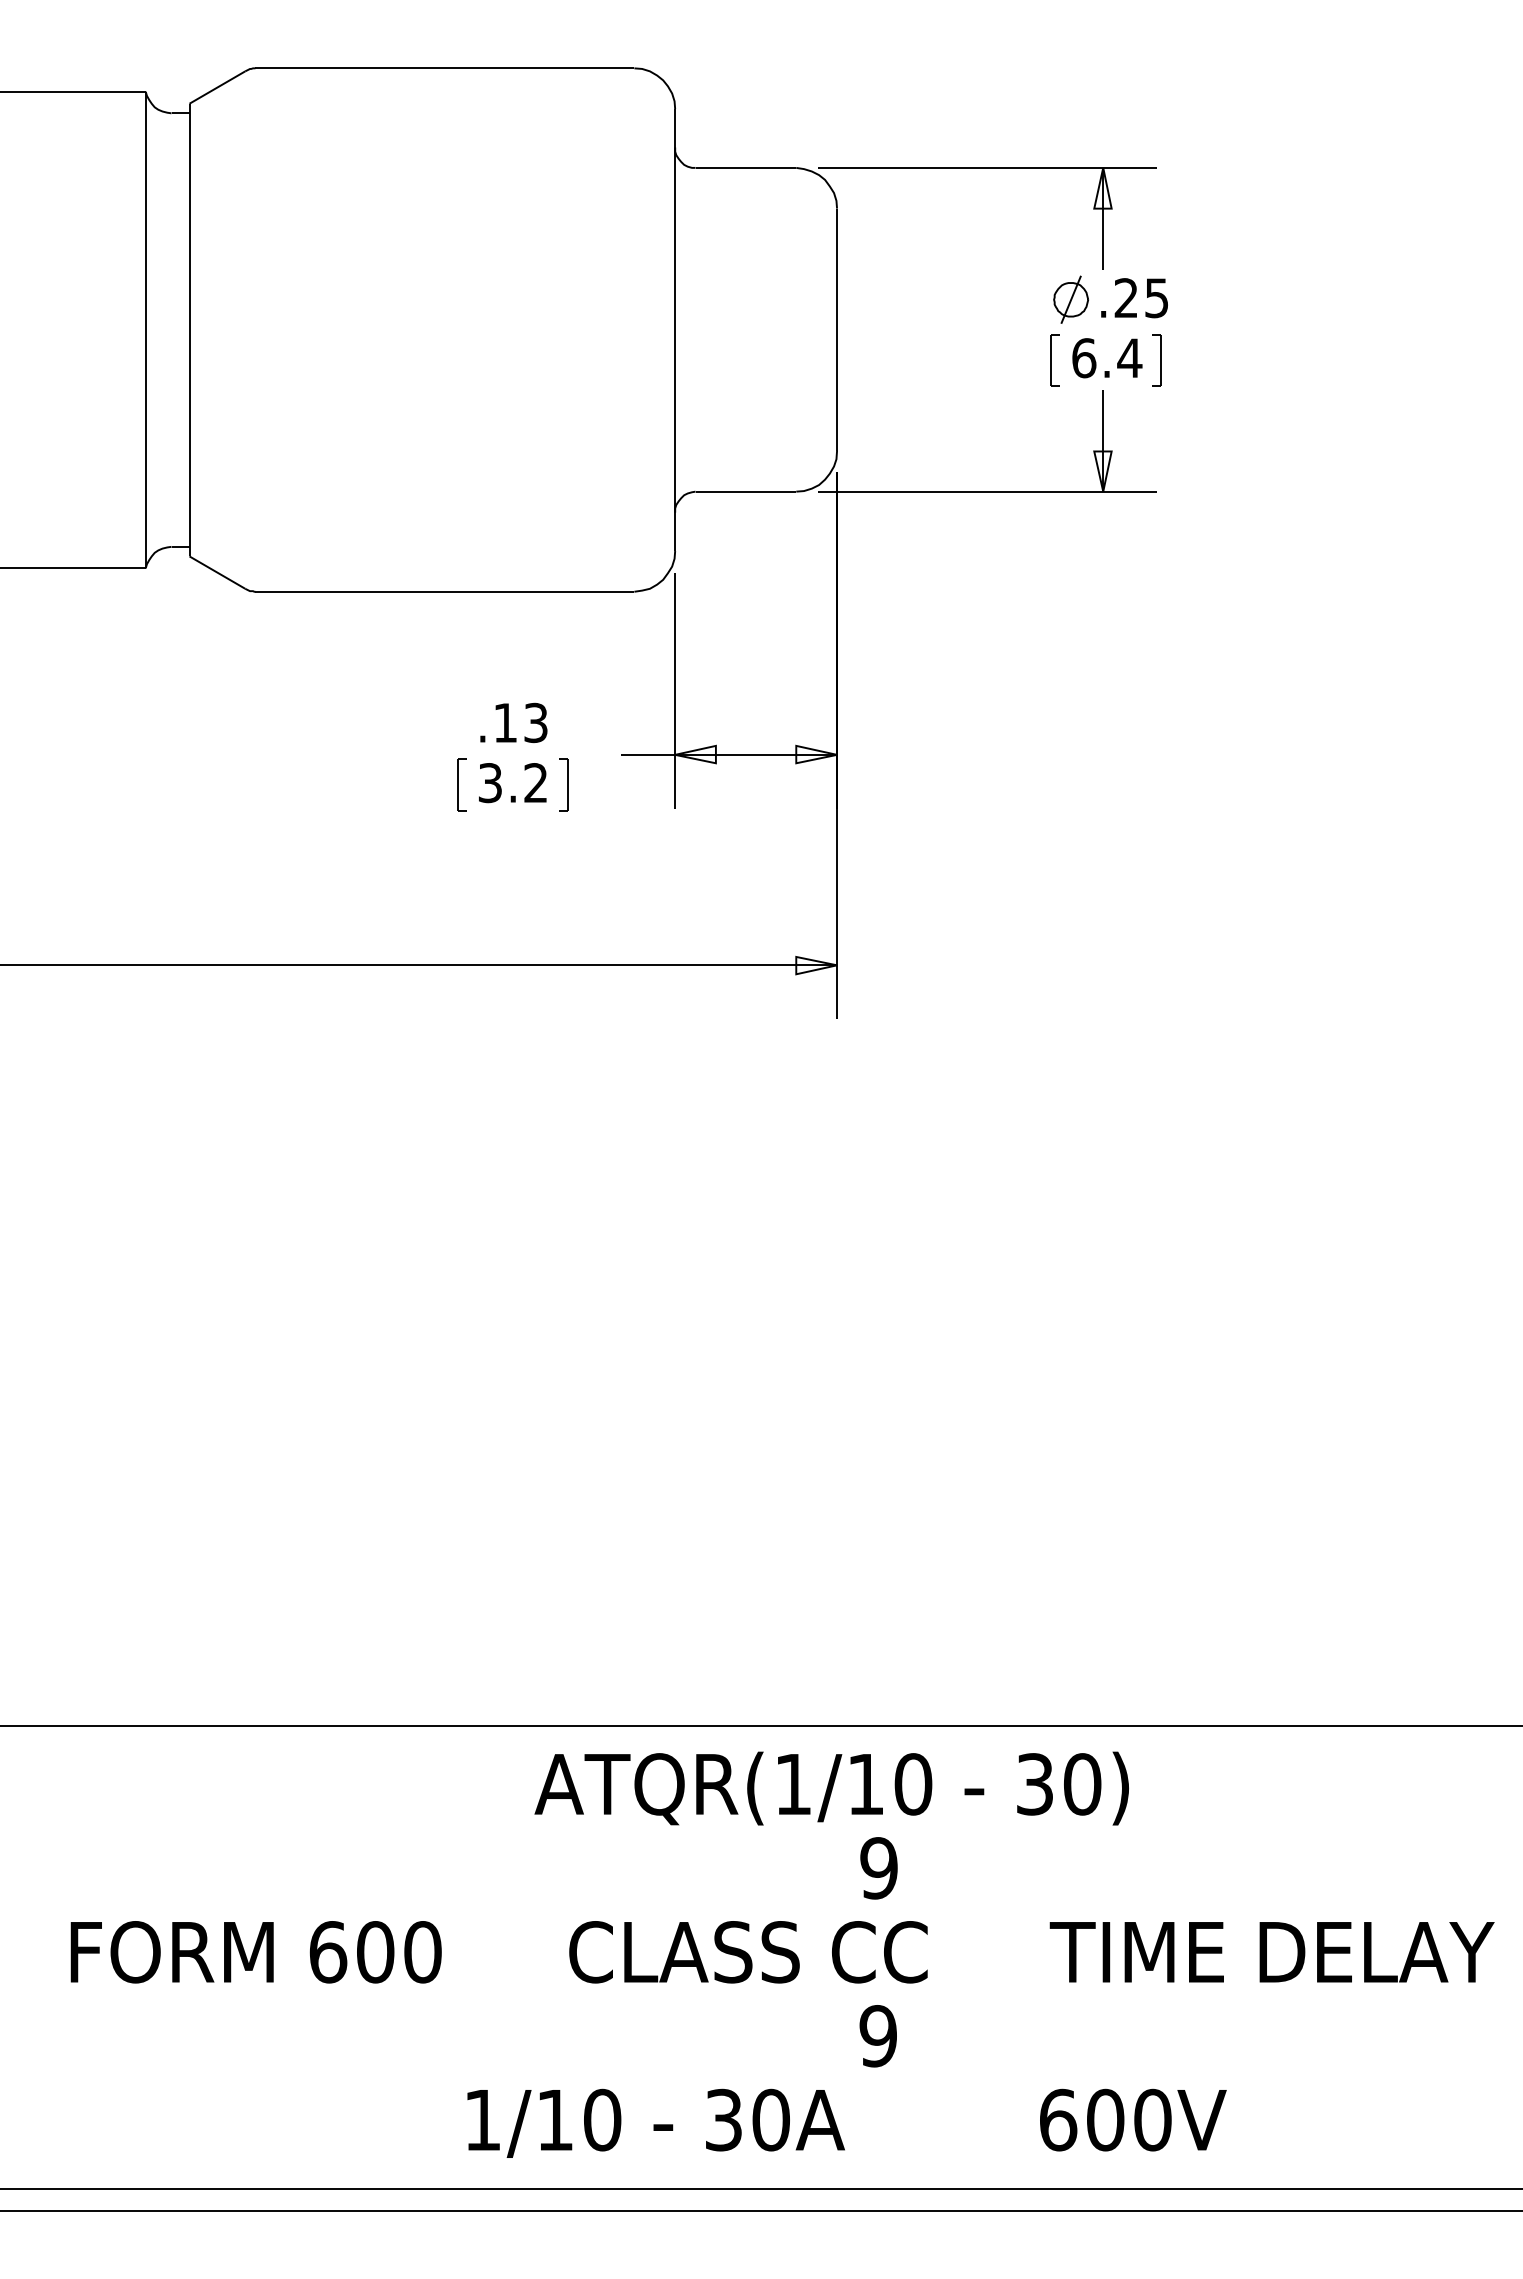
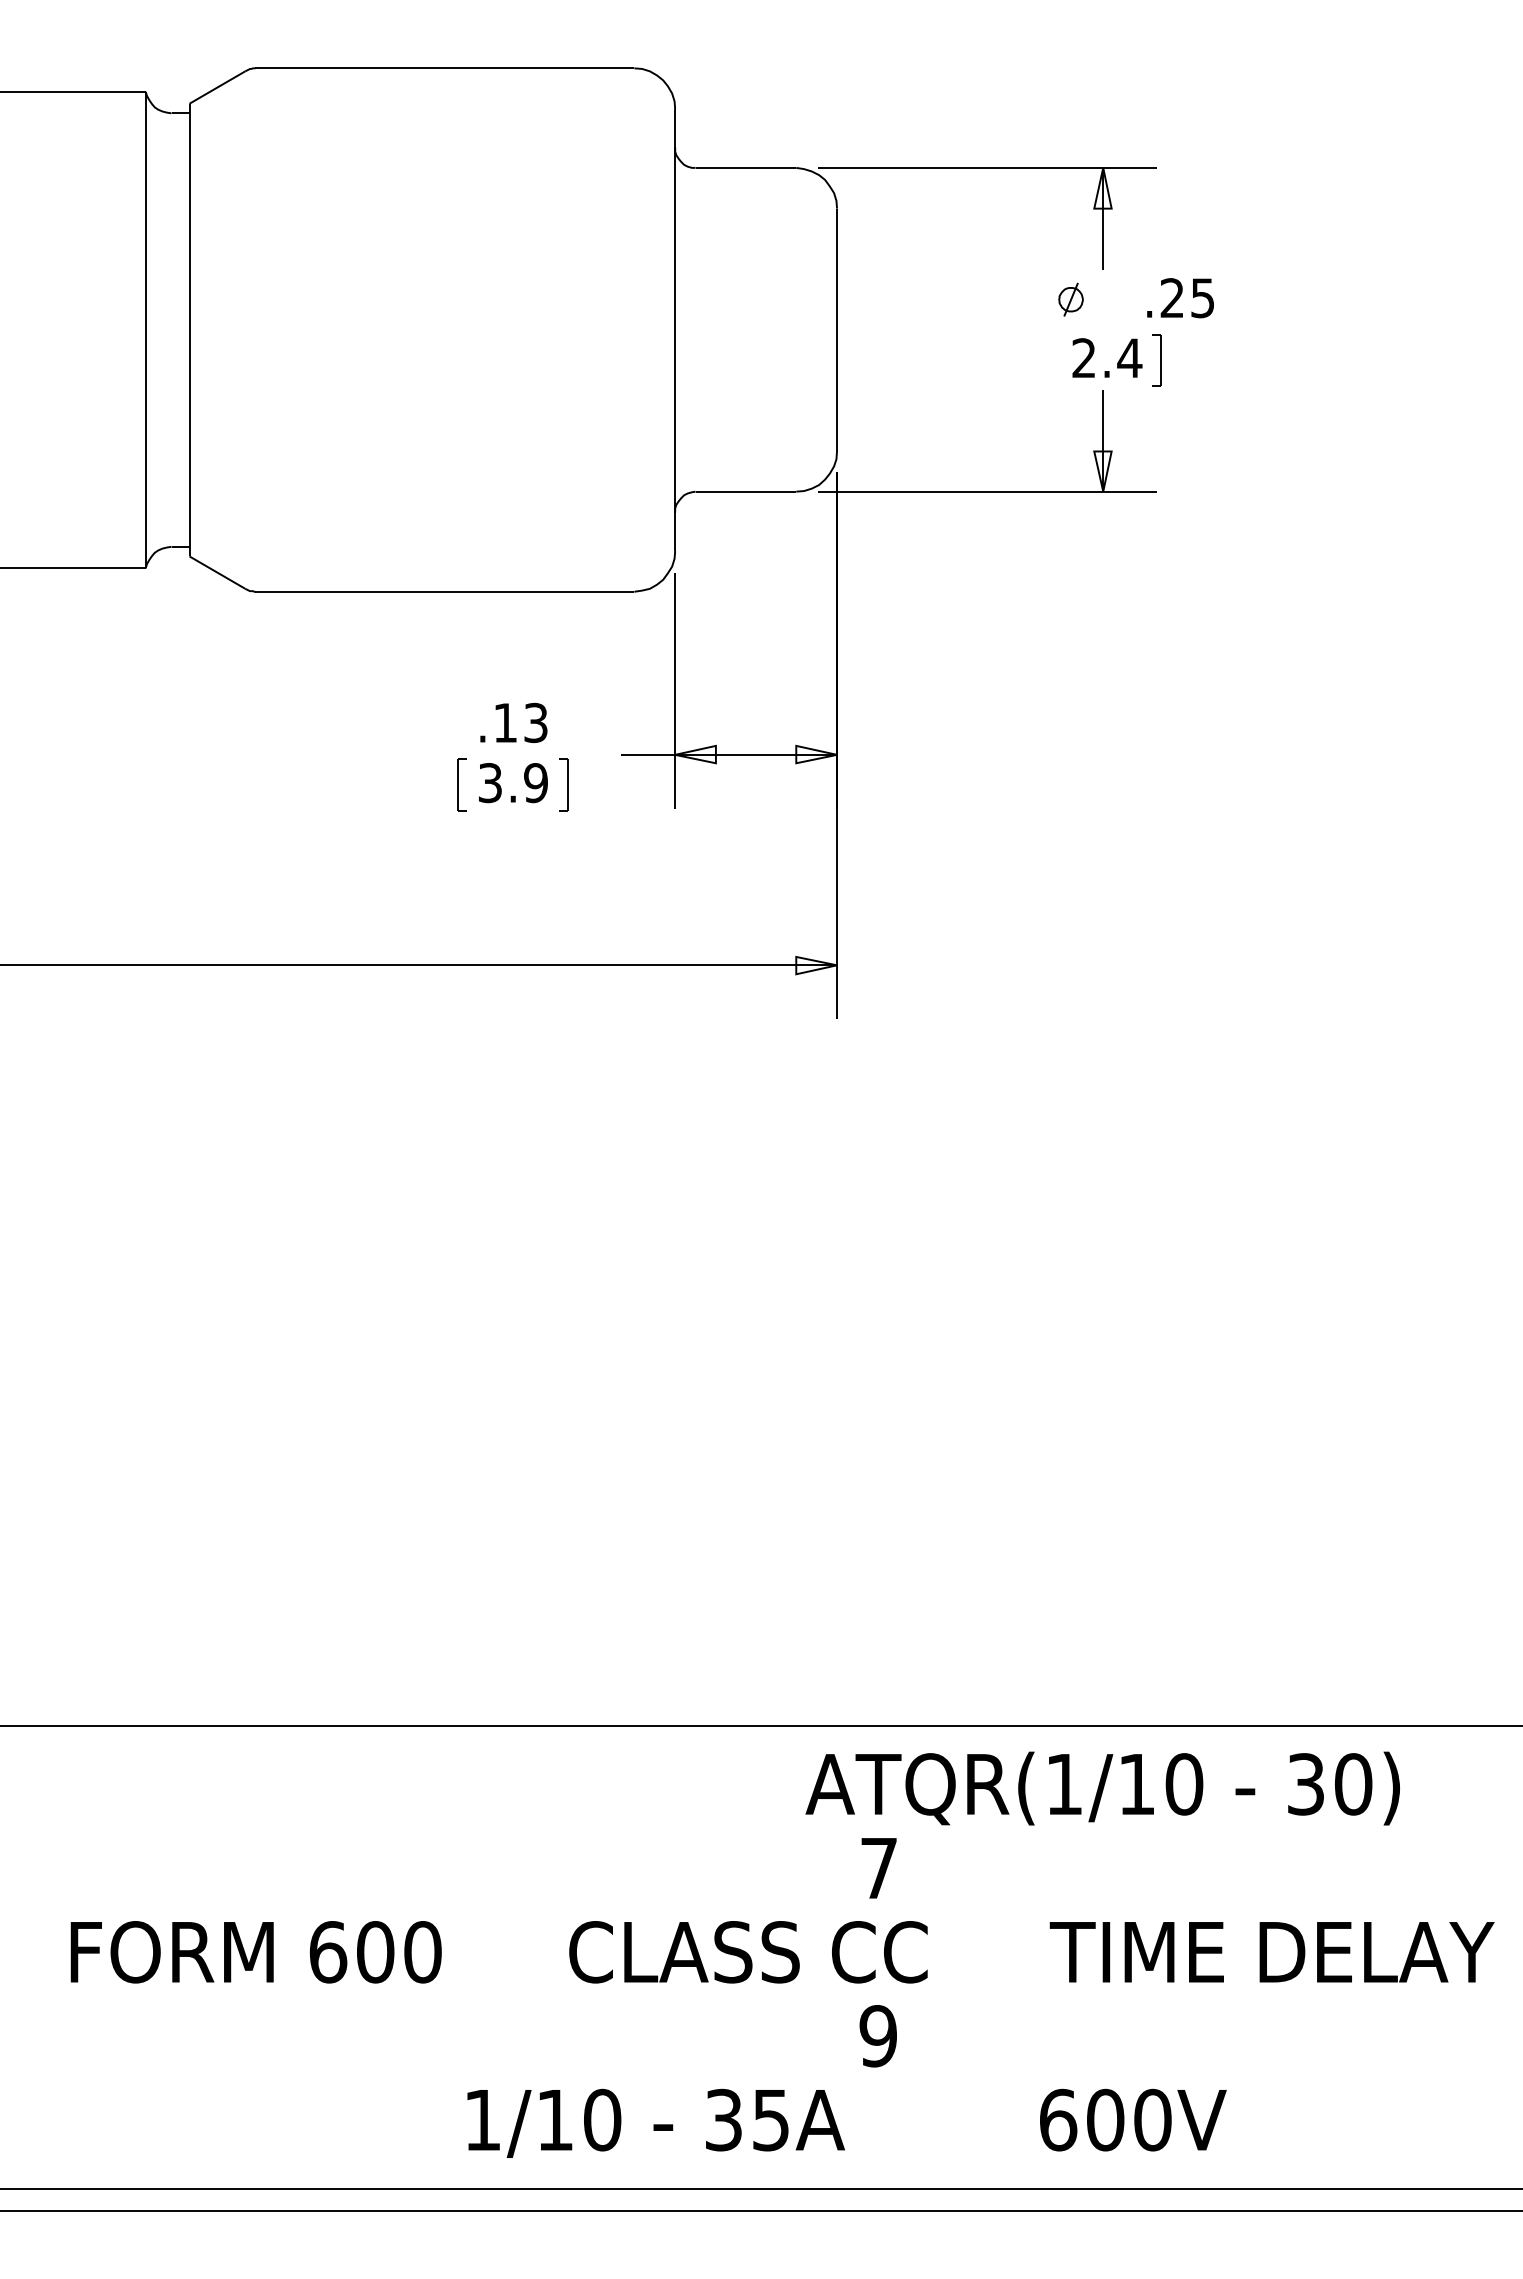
text at (1134, 298) position: (1134, 298) -> (1180, 298)
part at (1070, 299) size: 36x49 px -> 26x35 px
text at (1084, 358): 6.4 -> 2.4
part at (1054, 360): present -> none
text at (535, 783): 3.2 -> 3.9
text at (831, 1788) position: (831, 1788) -> (1102, 1788)
text at (878, 1868): 9 -> 7
text at (770, 2119): 30A -> 35A
